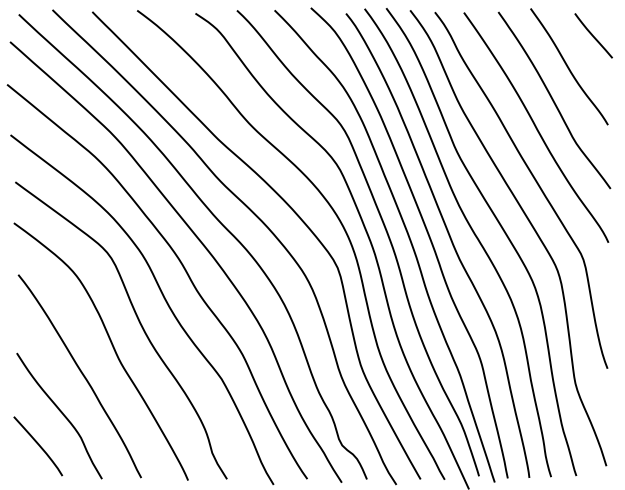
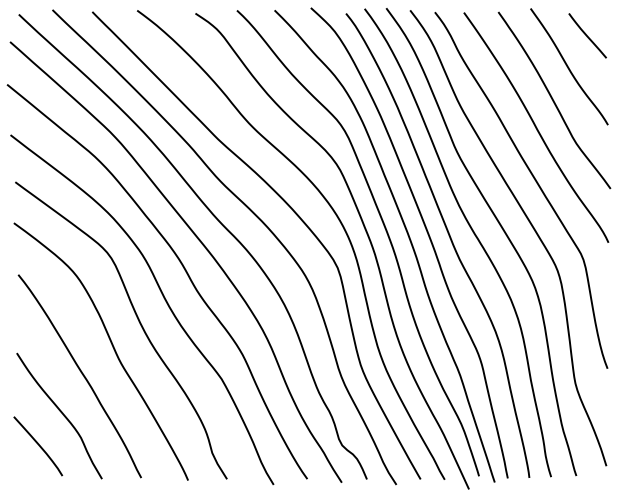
curve at (593, 35) position: (593, 35) -> (587, 35)
